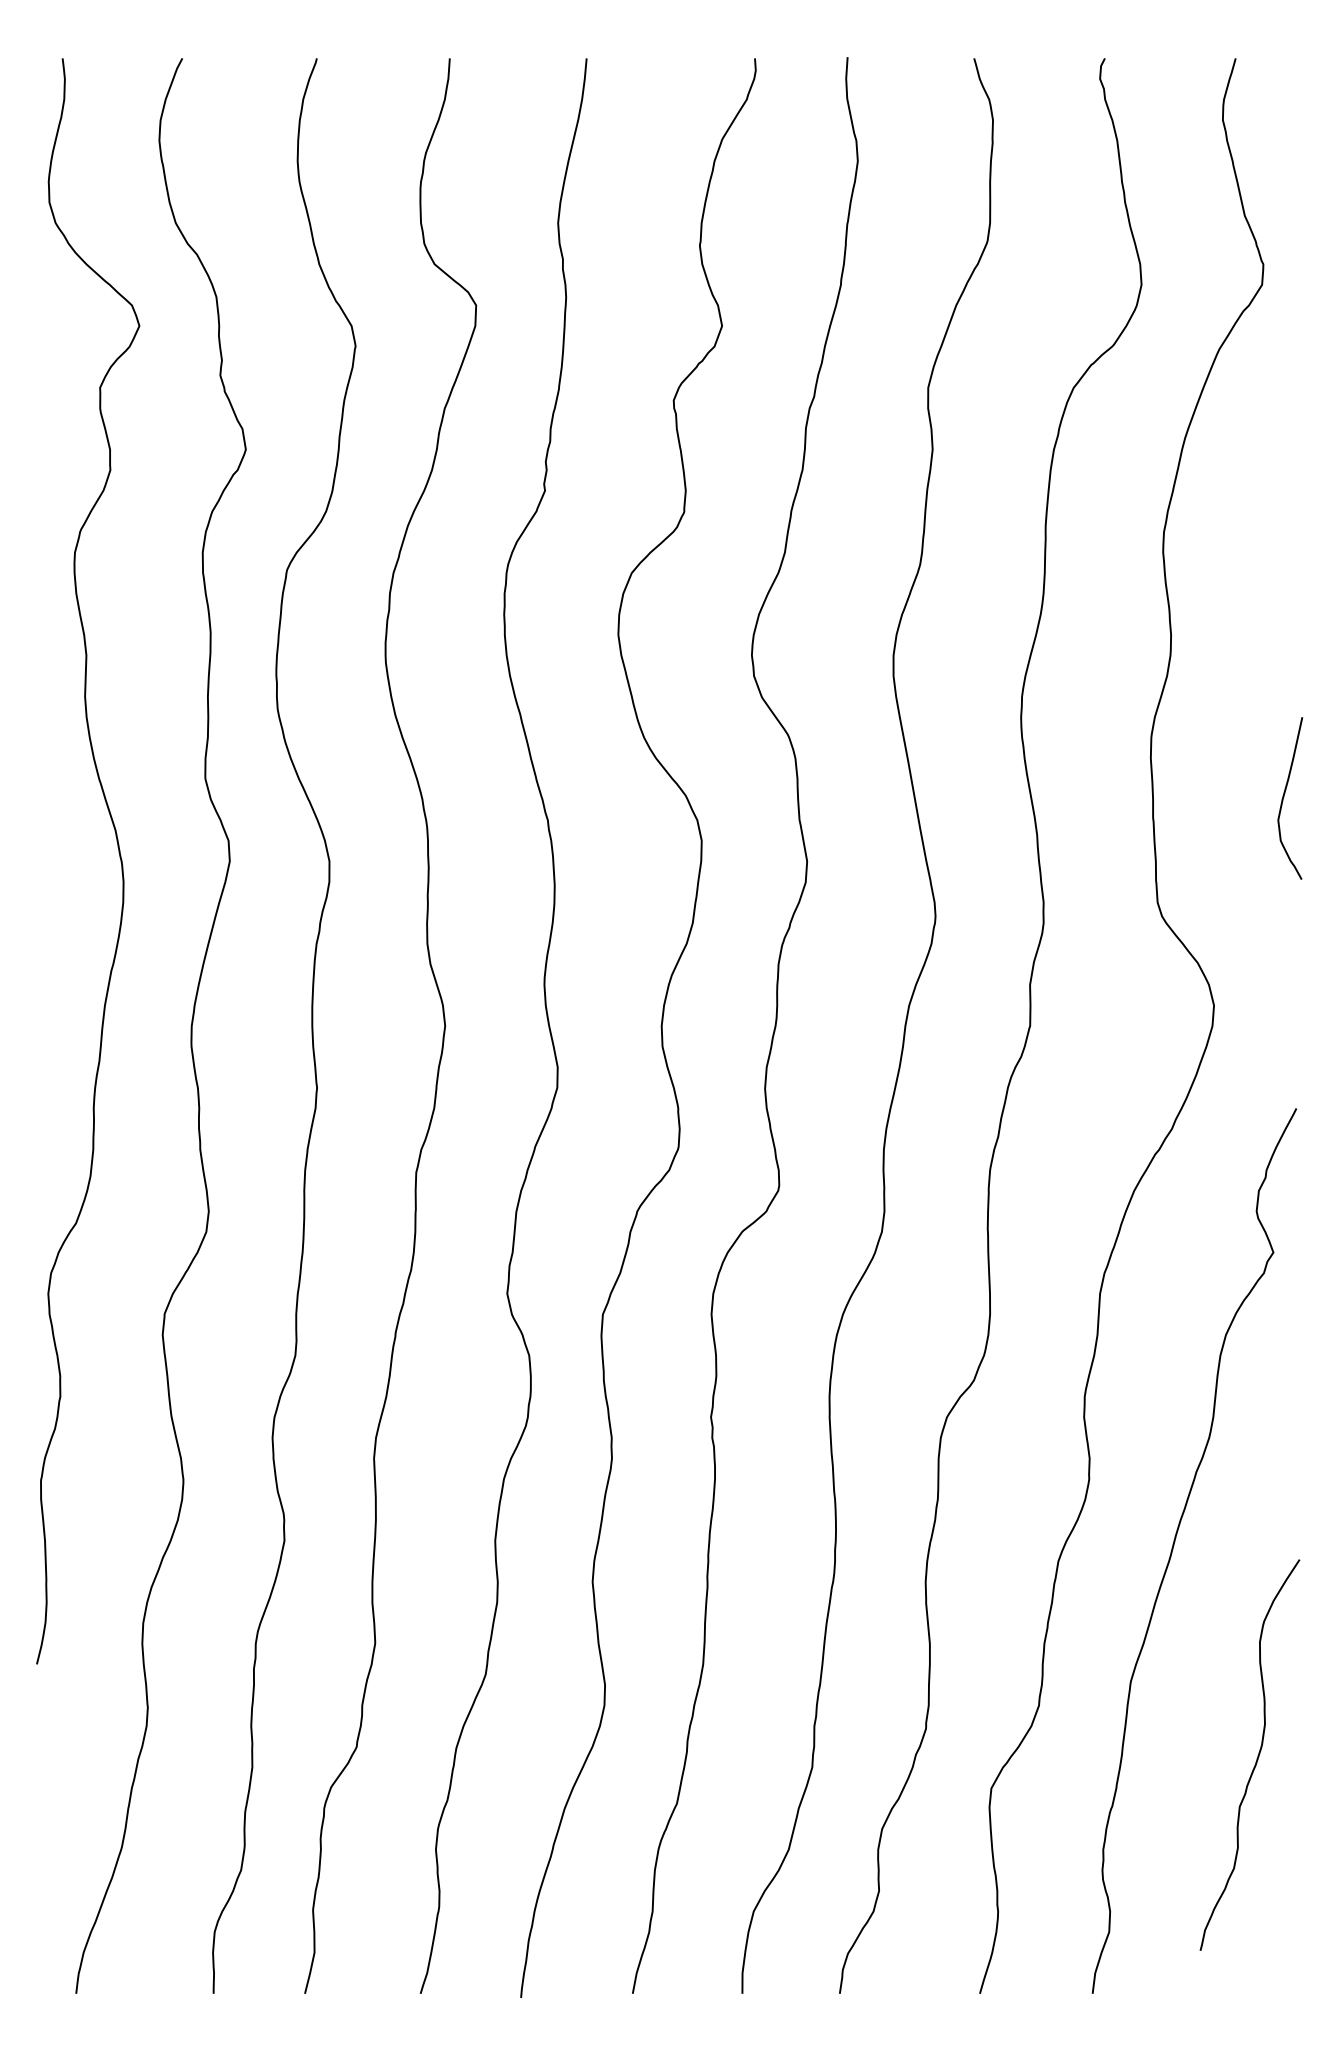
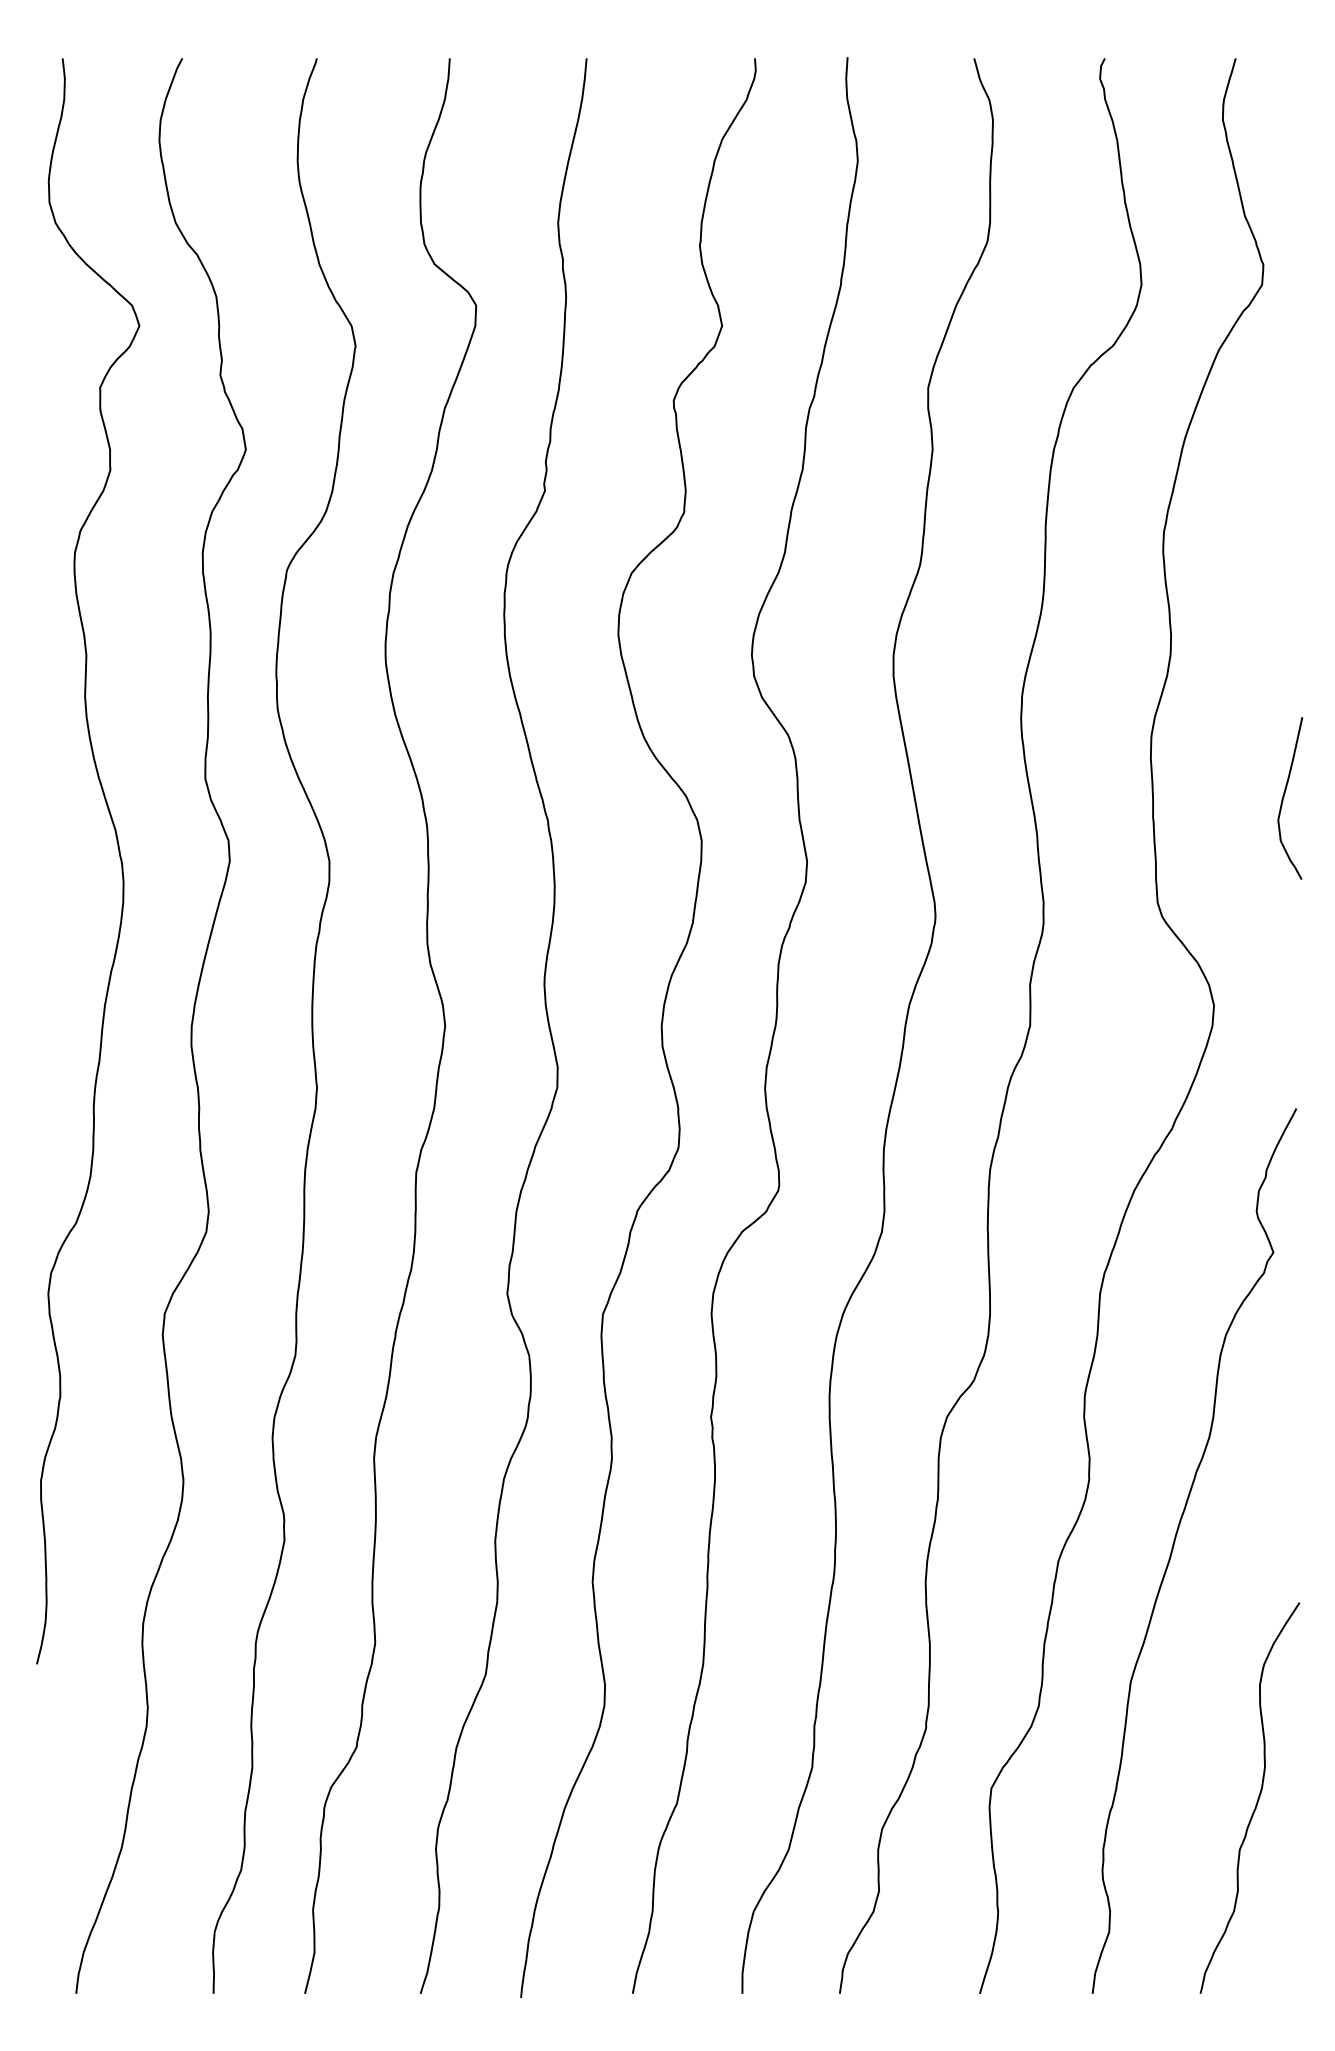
curve at (1257, 1755) position: (1257, 1755) -> (1257, 1798)
